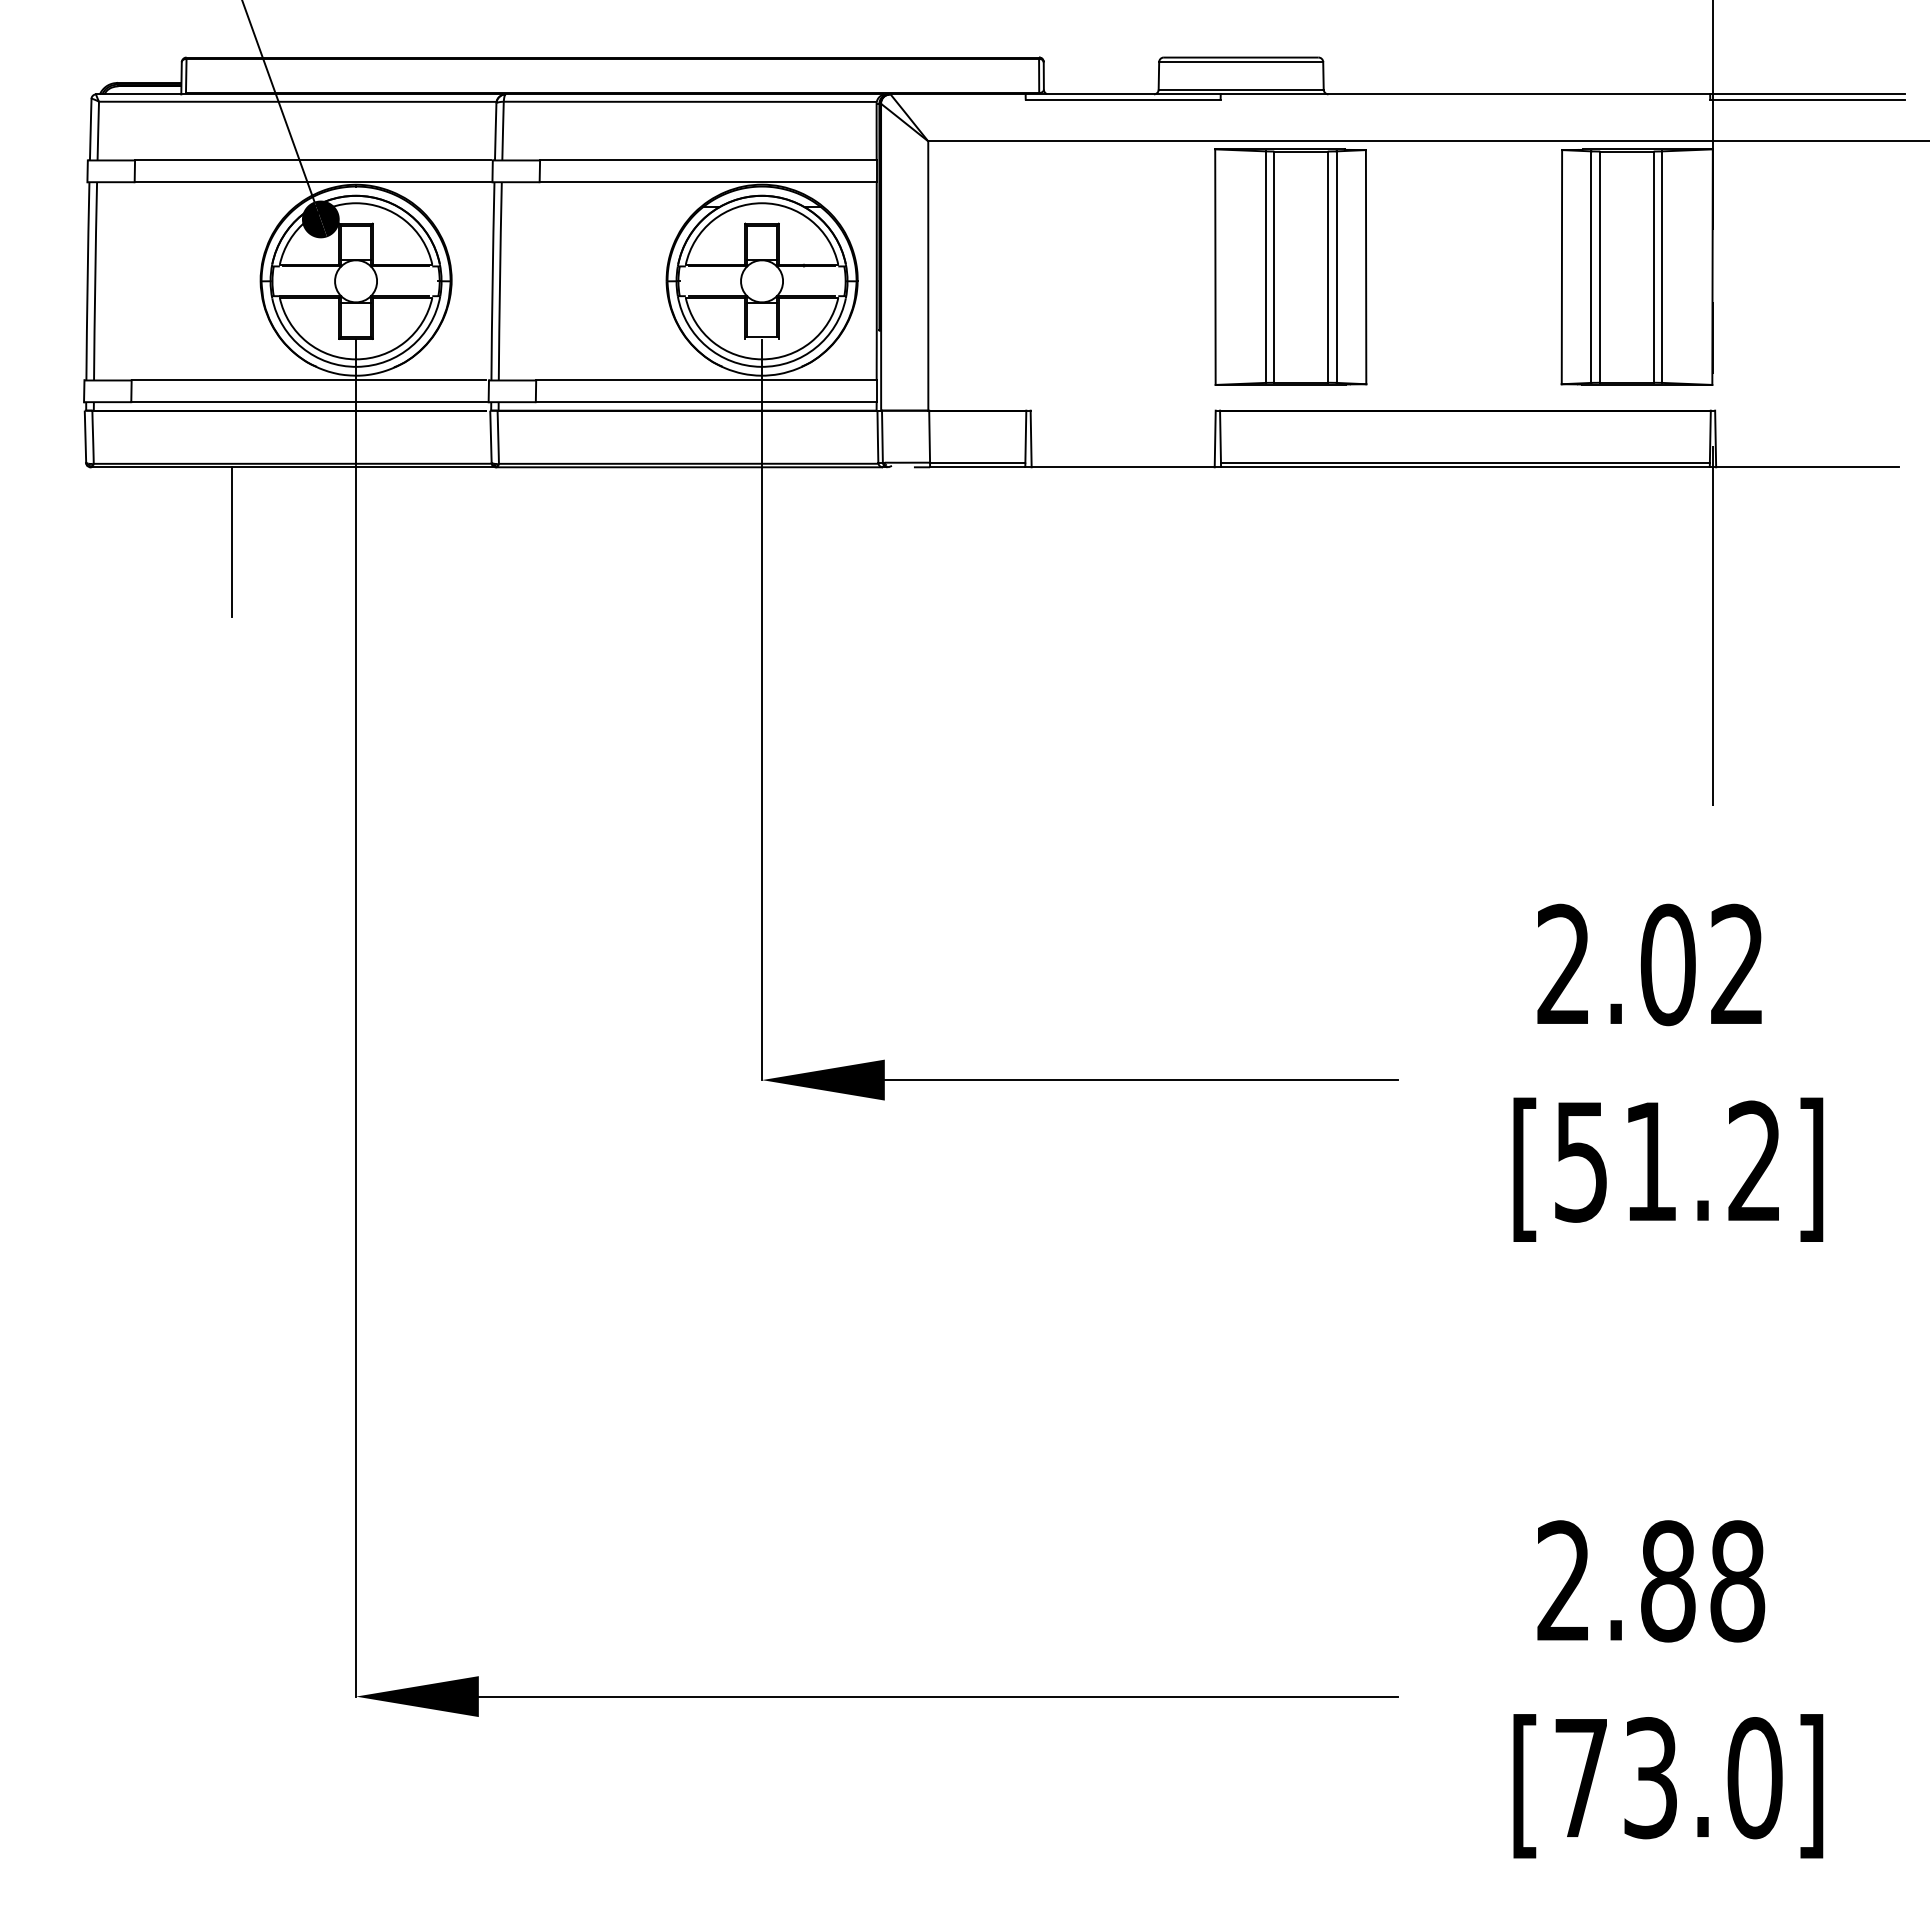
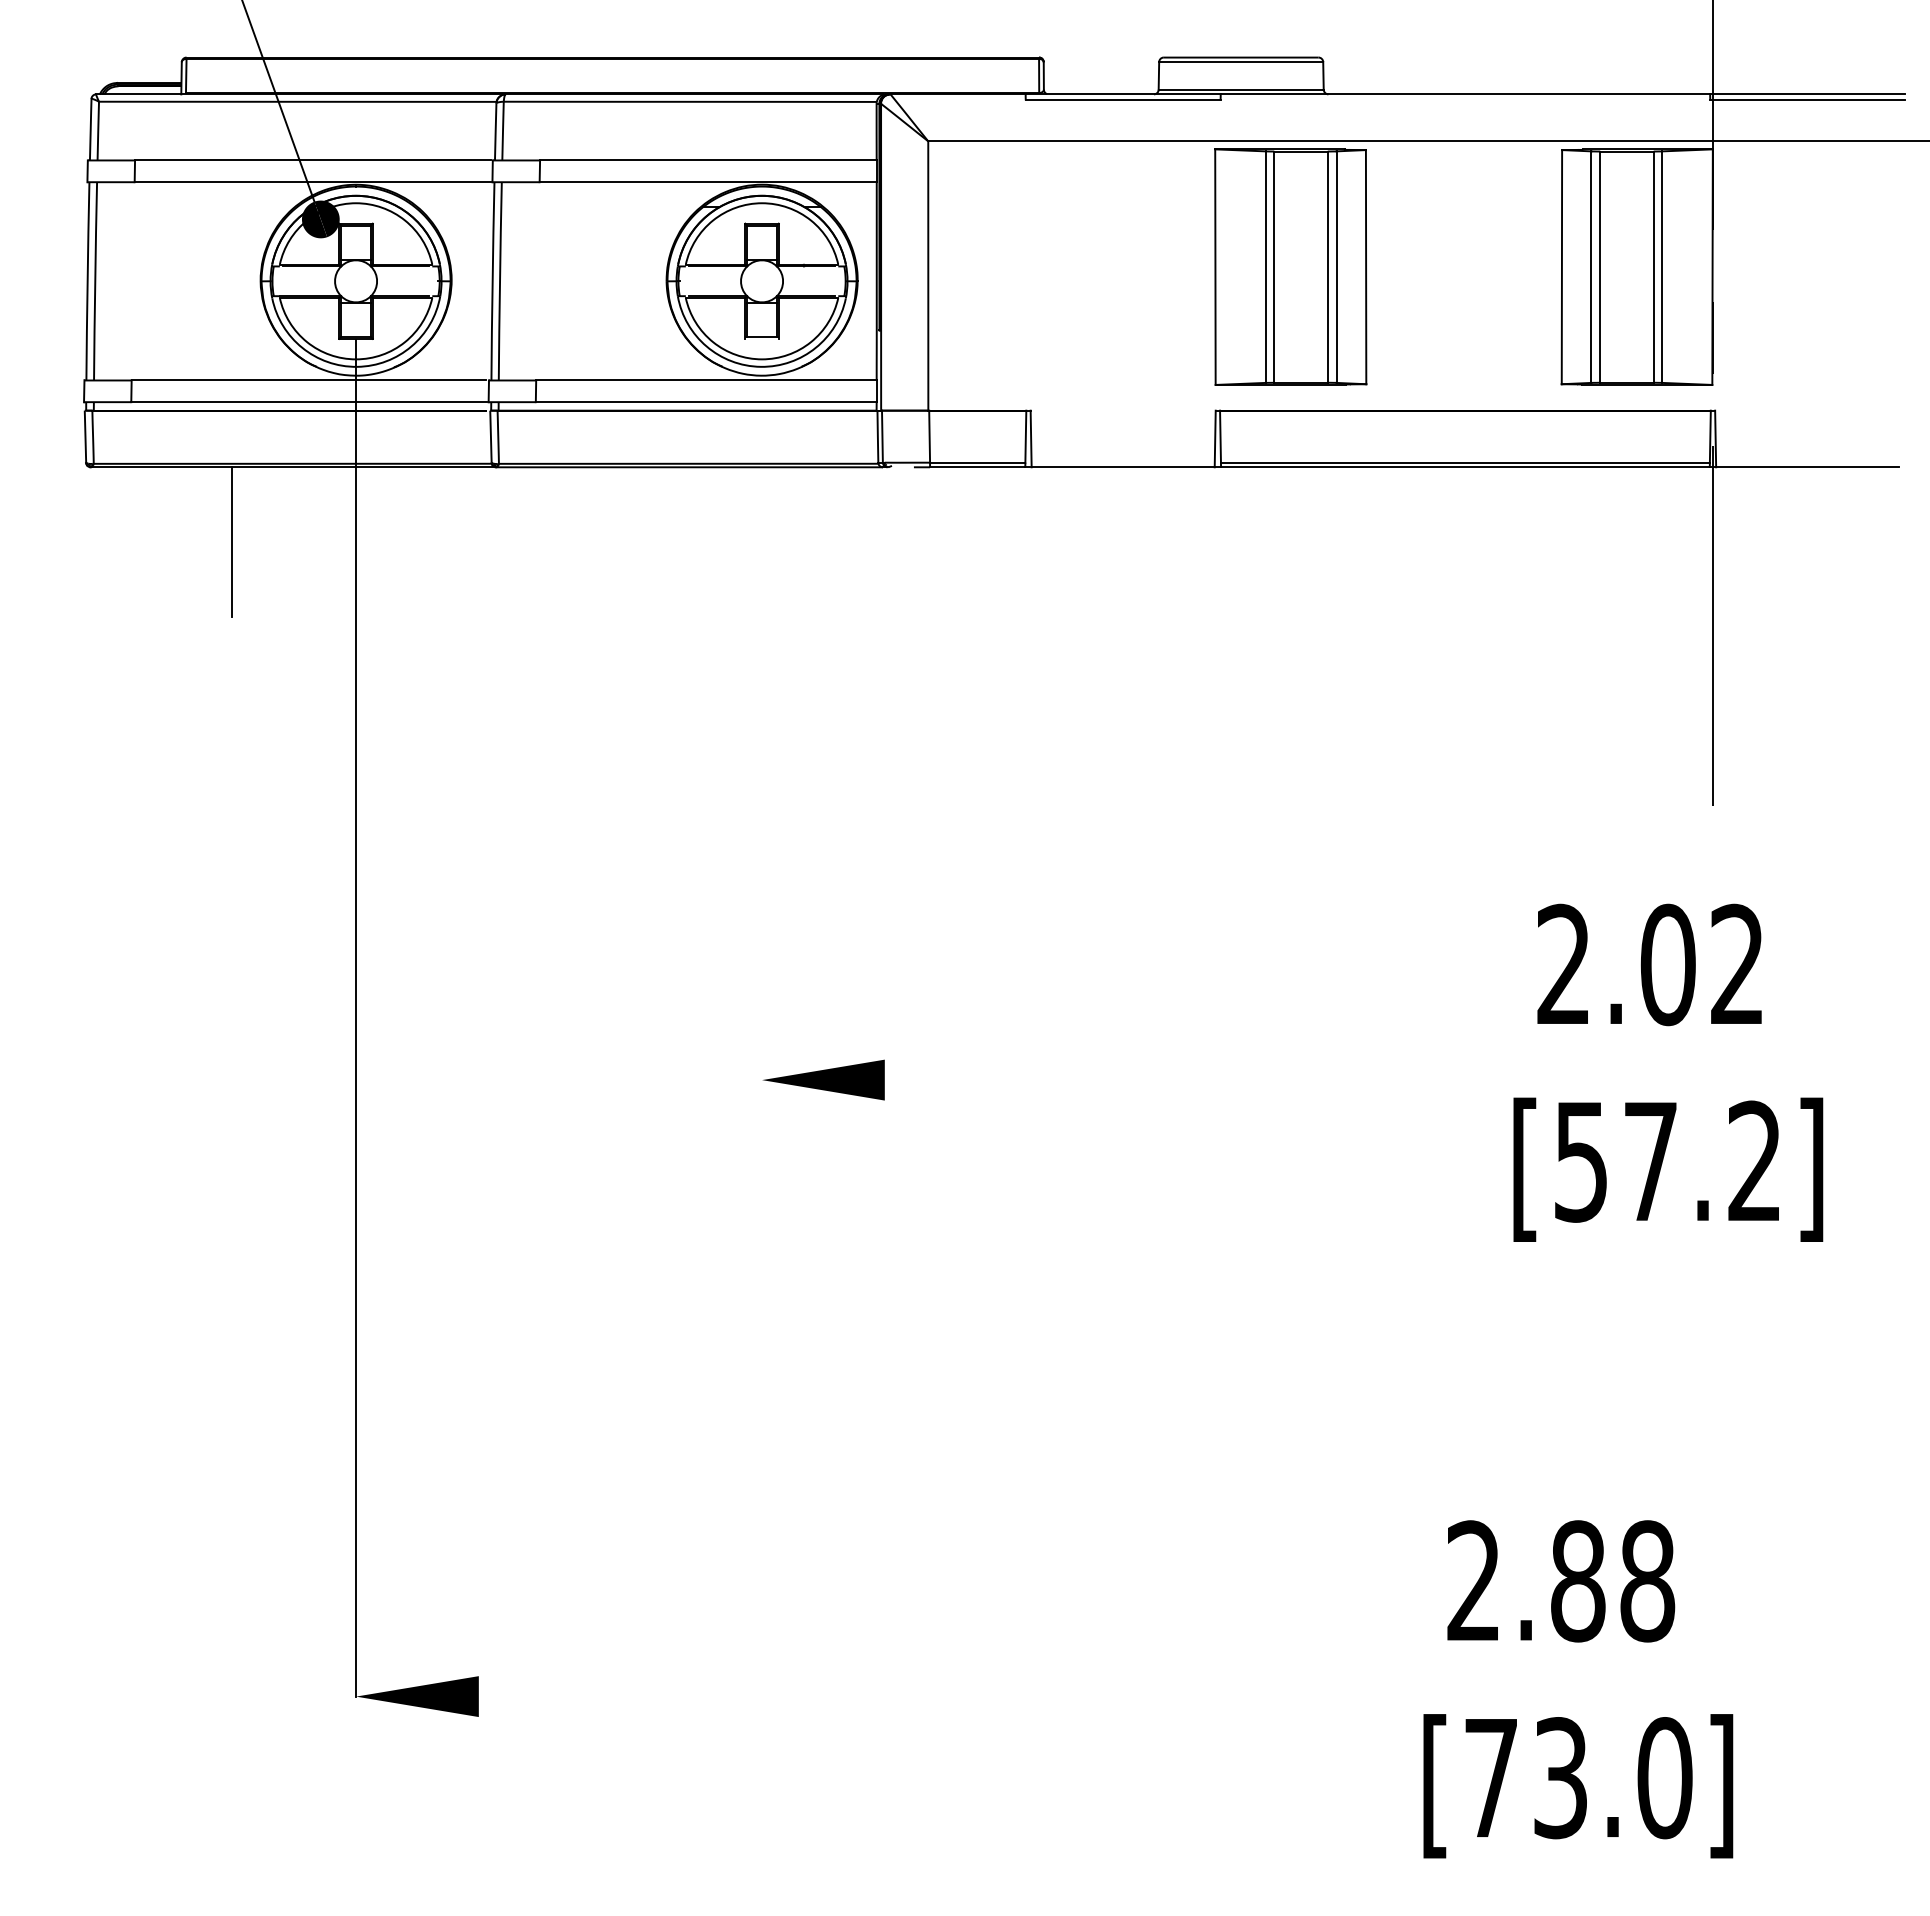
line at (762, 710): present -> none
line at (1140, 1080): present -> none
text at (1650, 1161): [51.2] -> [57.2]
text at (1668, 1689) position: (1668, 1689) -> (1578, 1689)
line at (937, 1696): present -> none
